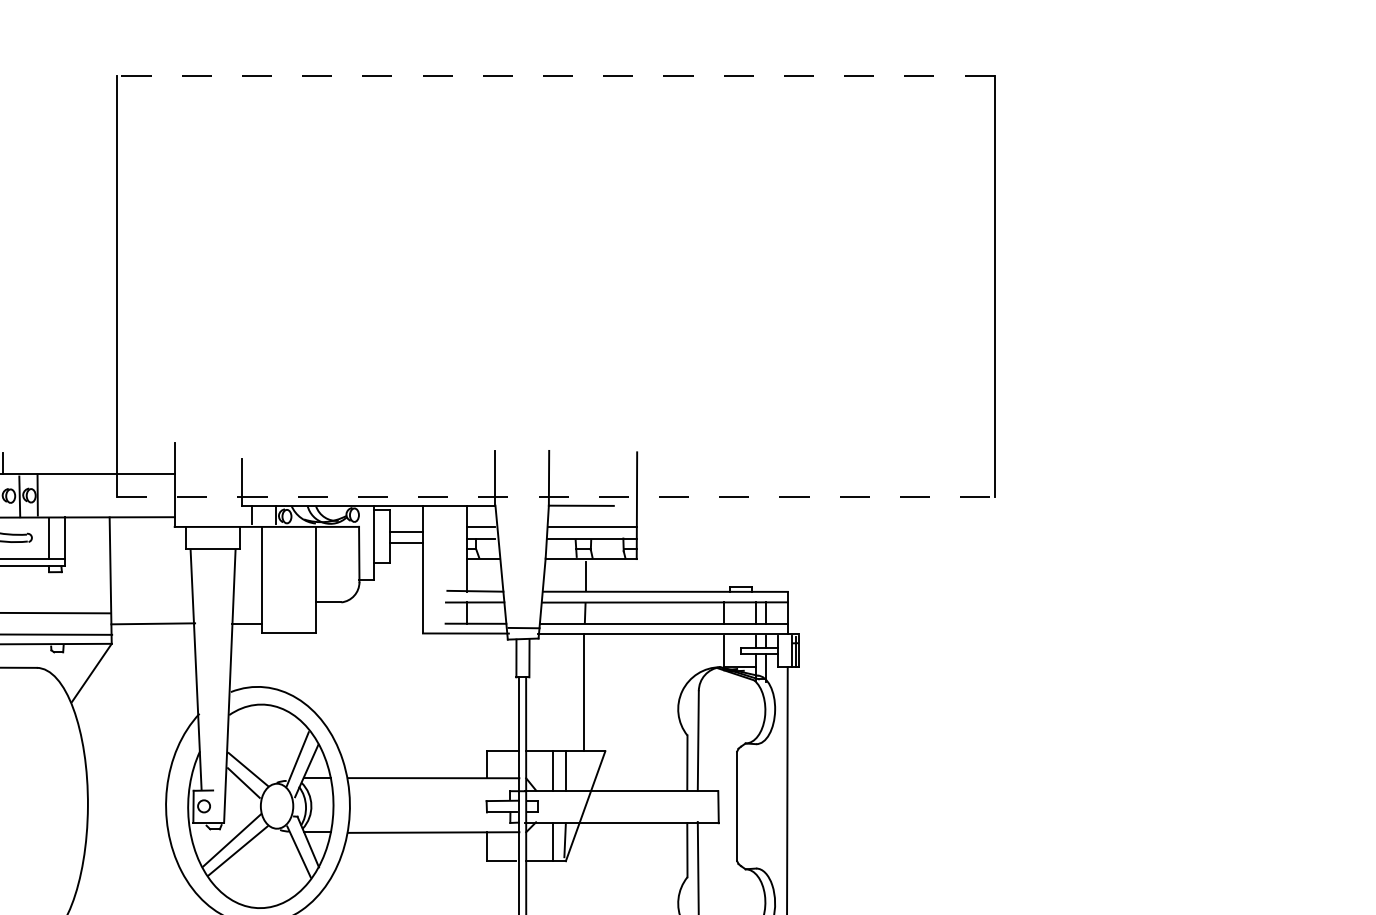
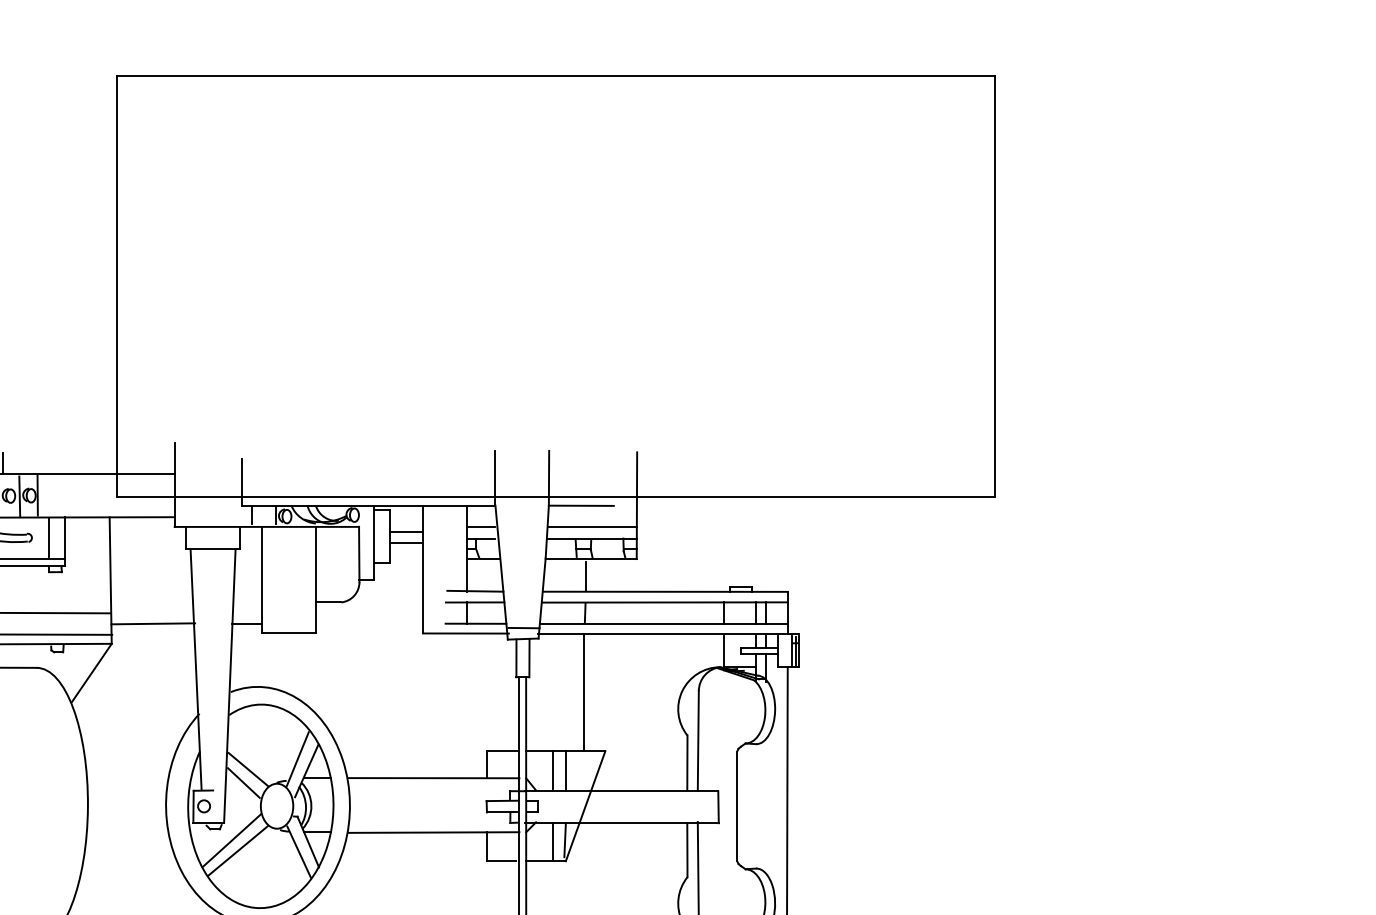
line at (555, 76): dashed -> solid
line at (555, 496): dashed -> solid
